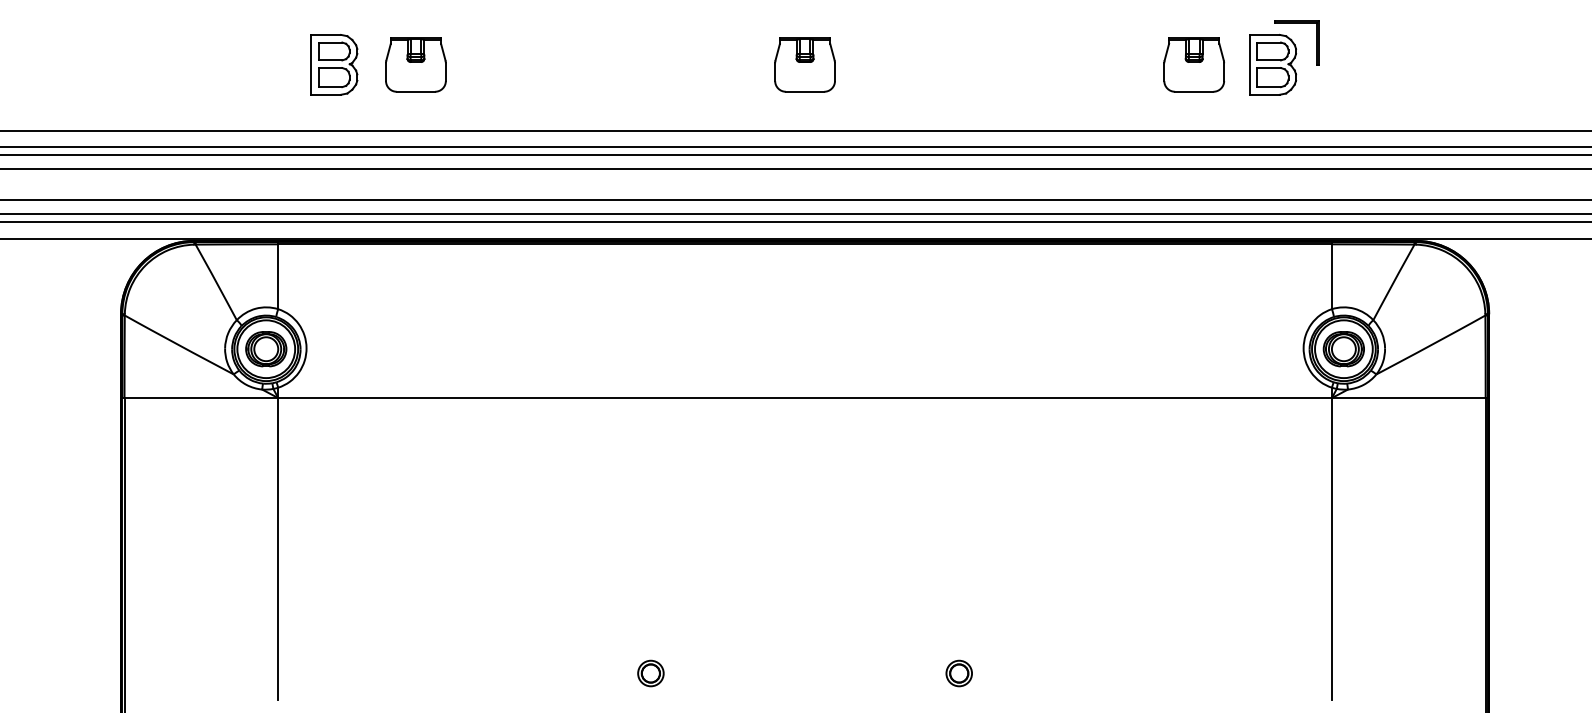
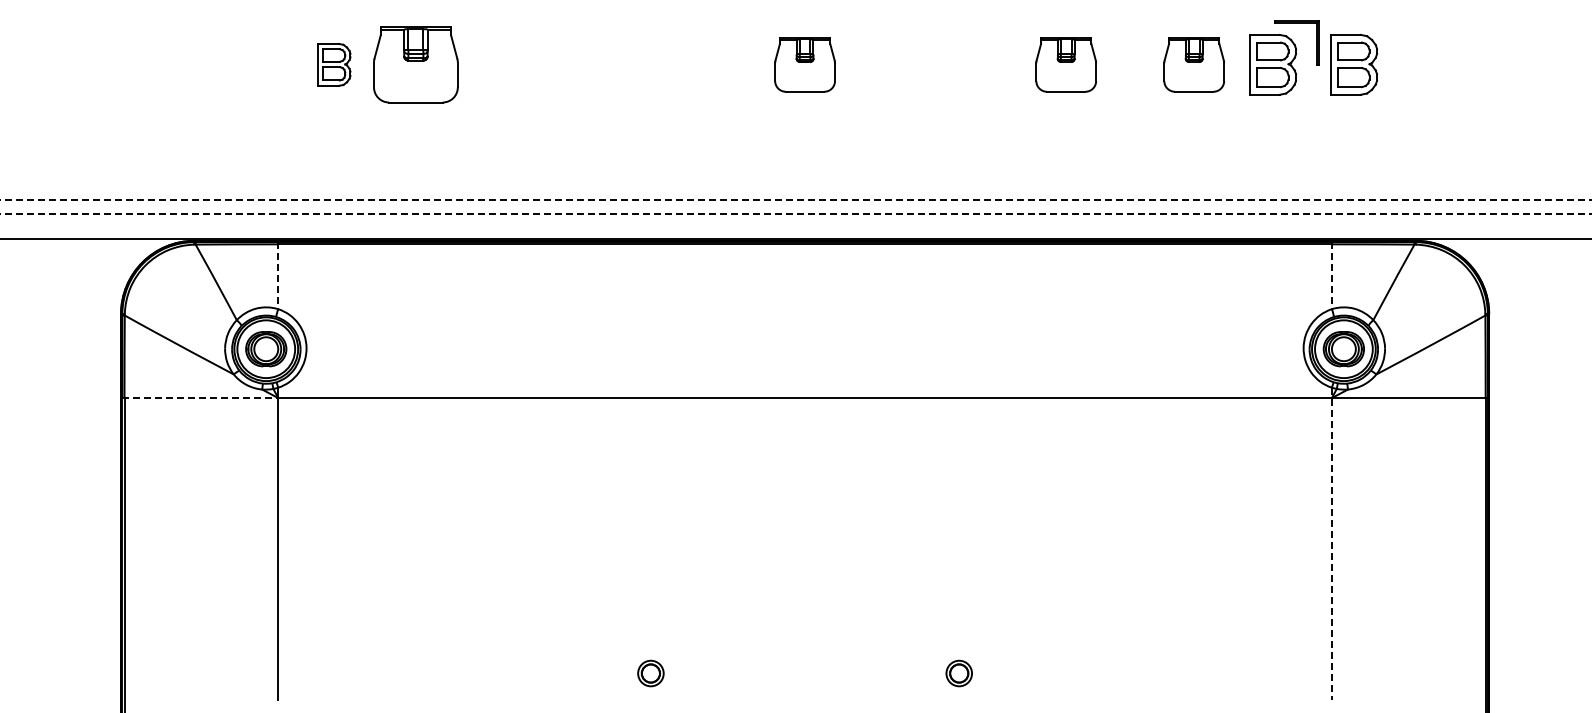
part at (334, 64) size: 49x62 px -> 35x44 px
part at (415, 64) size: 62x56 px -> 86x78 px
part at (1065, 64): none -> present
part at (1354, 64): none -> present
line at (795, 130): present -> none
line at (795, 146): present -> none
line at (795, 155): present -> none
line at (795, 169): present -> none
line at (795, 200): solid -> dashed
line at (795, 213): solid -> dashed
line at (795, 222): present -> none
line at (278, 276): solid -> dashed
line at (1331, 276): solid -> dashed
line at (200, 398): solid -> dashed
line at (1331, 543): solid -> dashed
